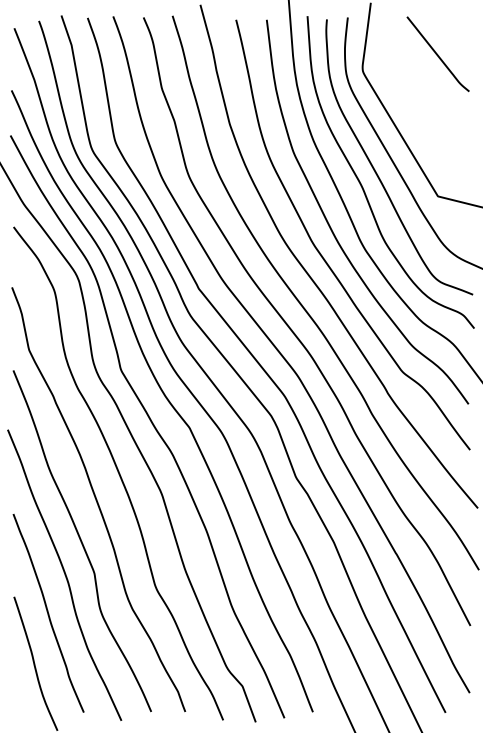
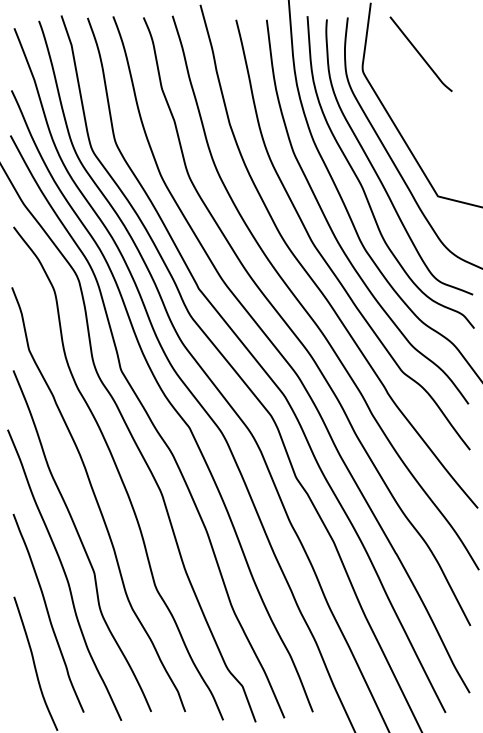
curve at (437, 54) position: (437, 54) -> (420, 54)
